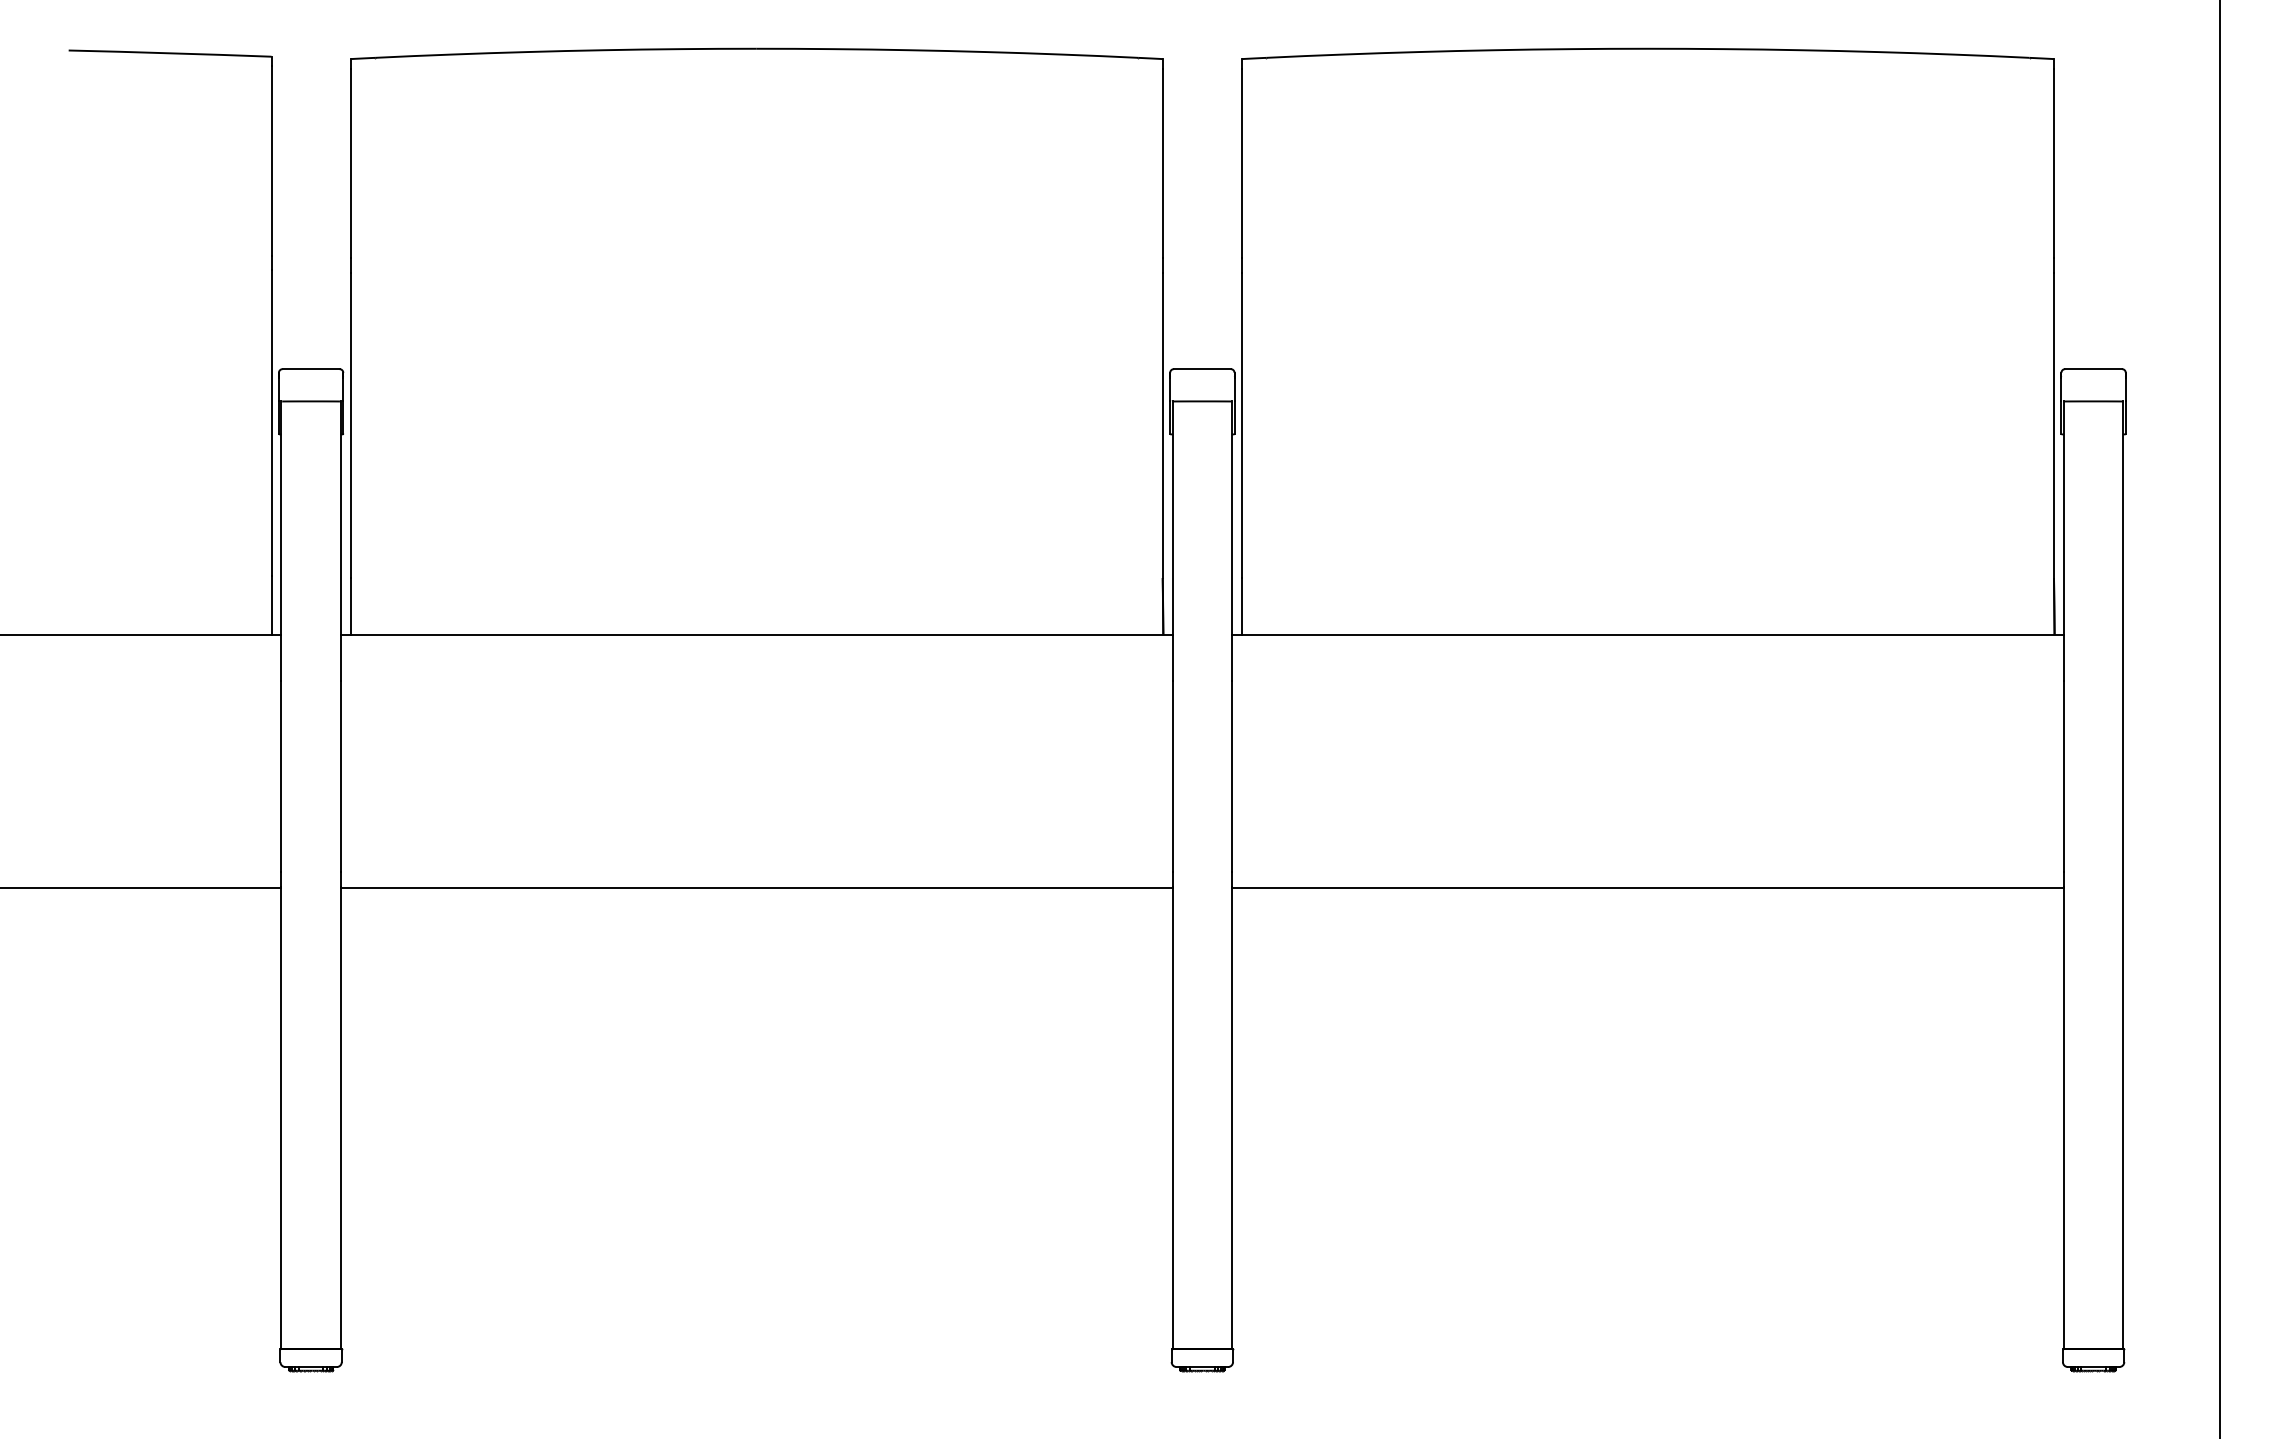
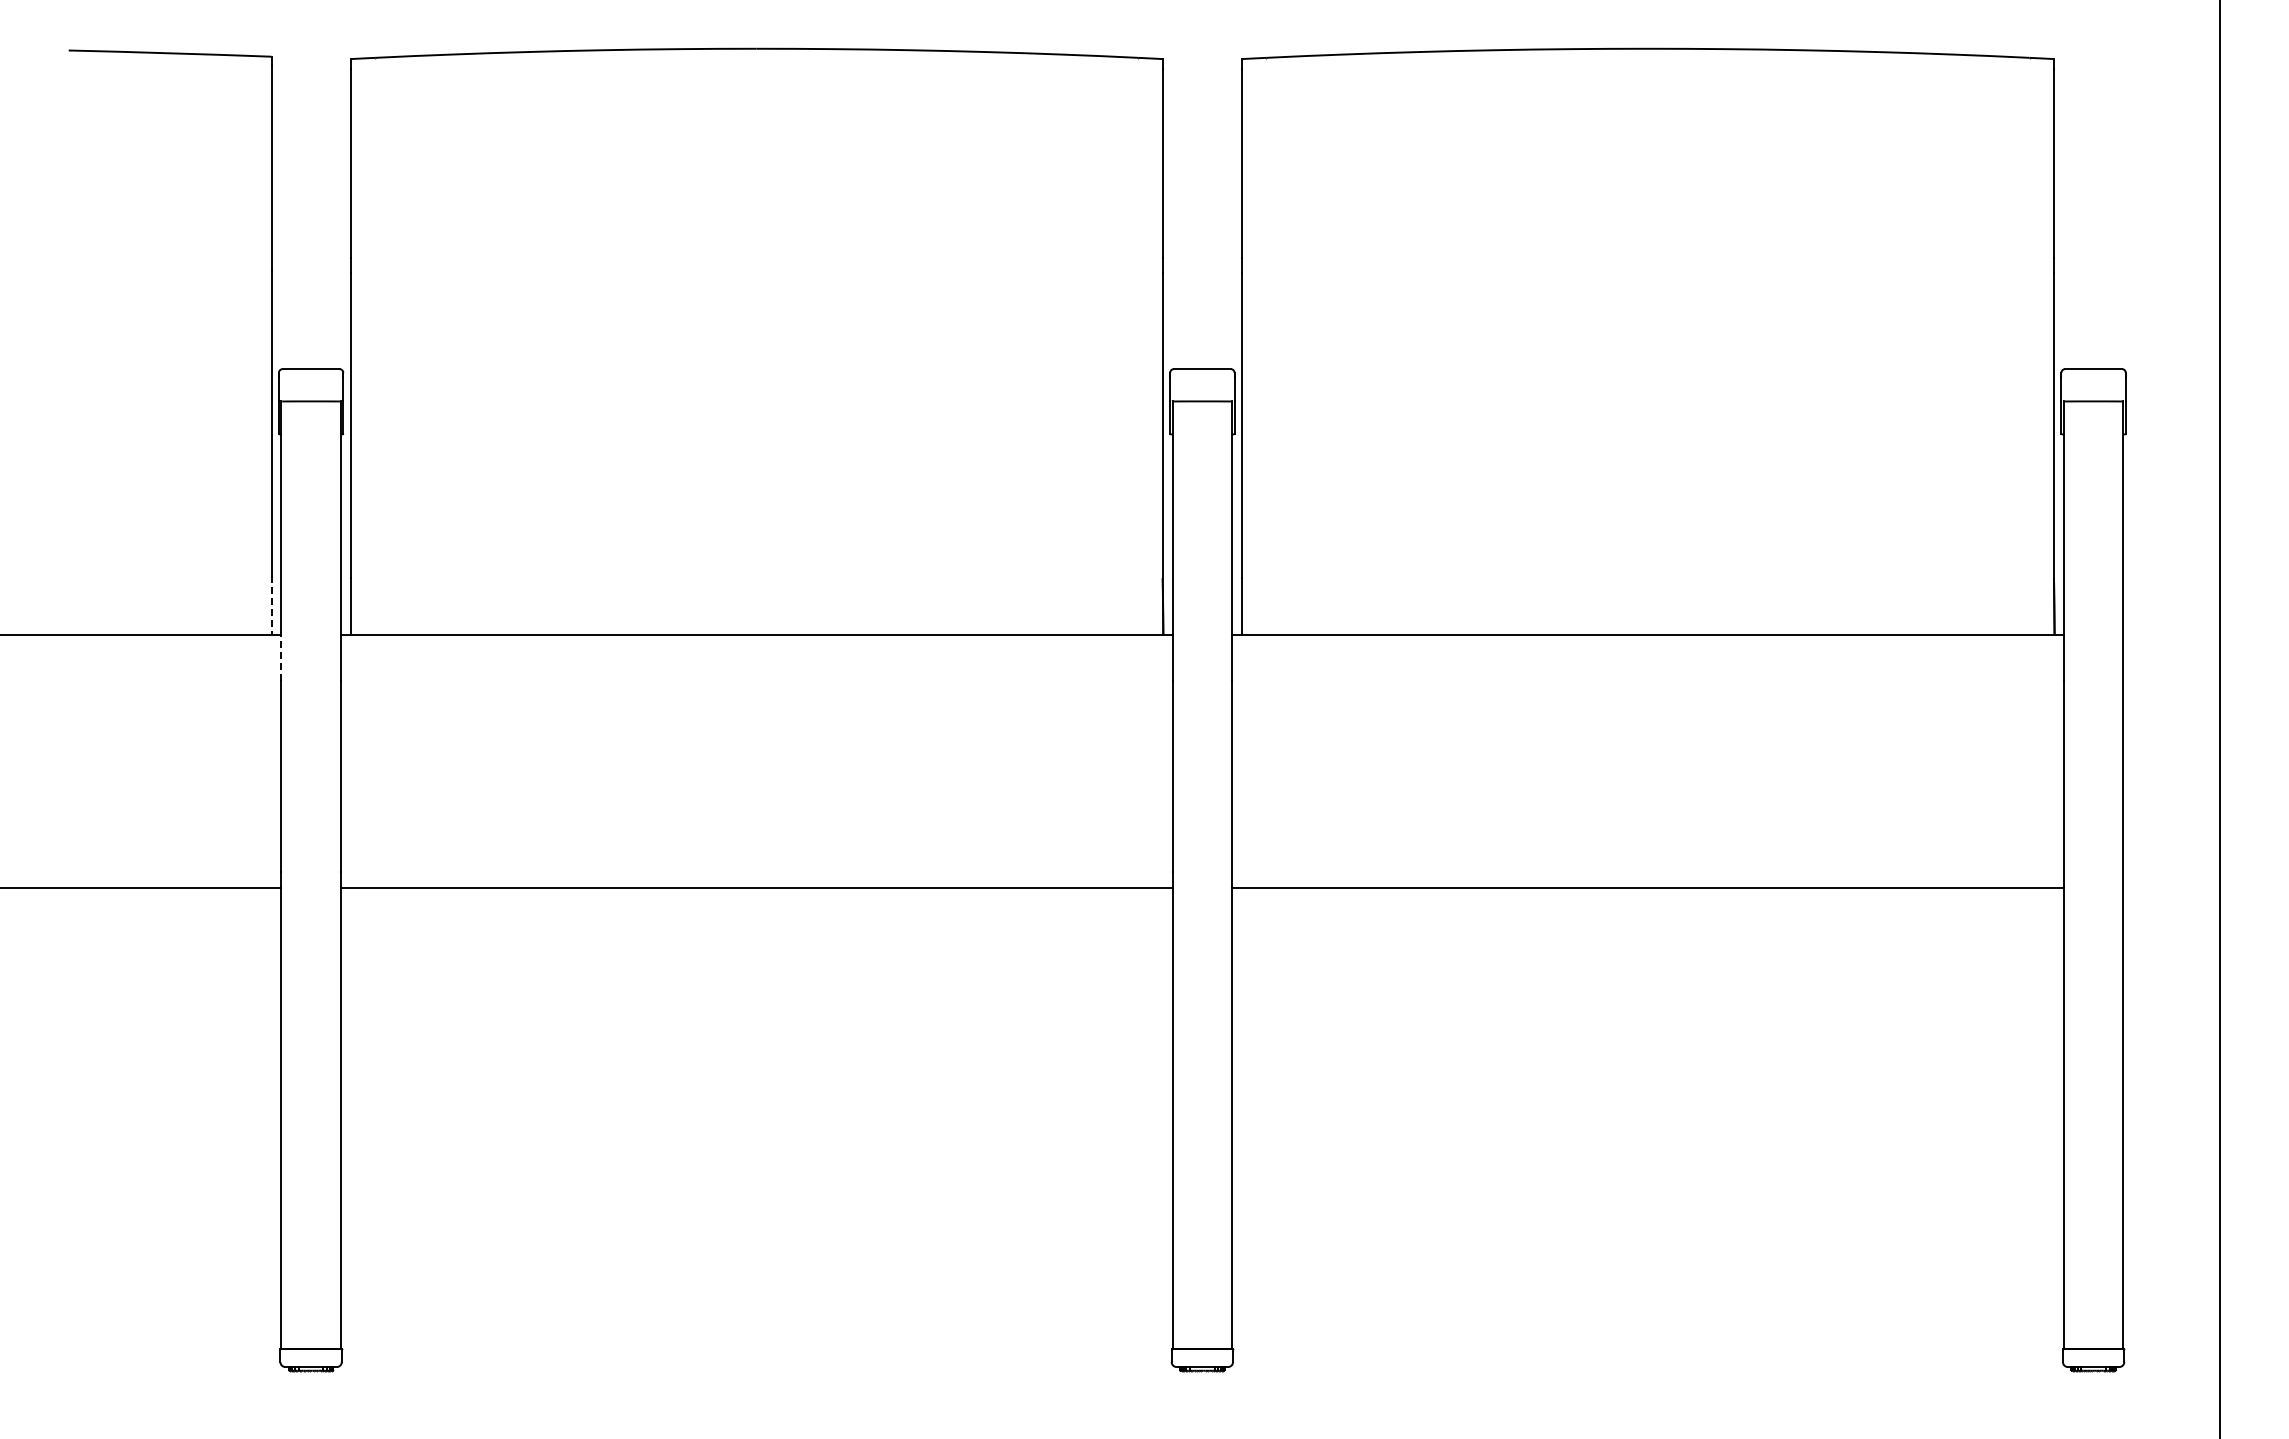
line at (271, 605): solid -> dashed
line at (281, 657): solid -> dashed
